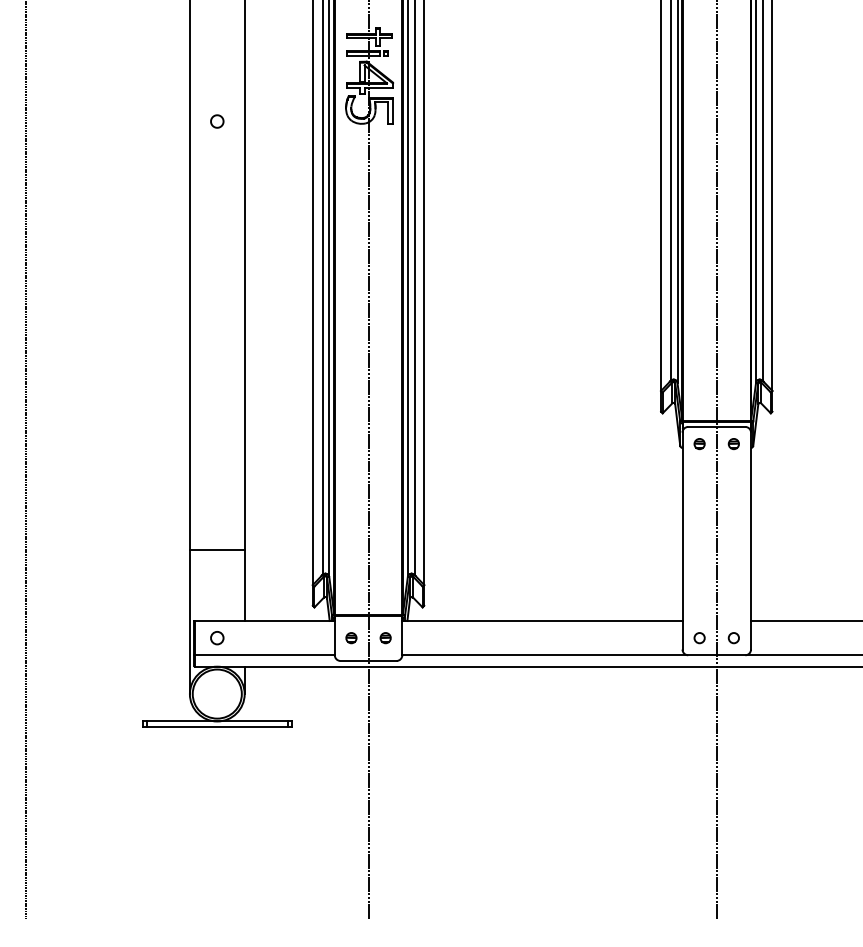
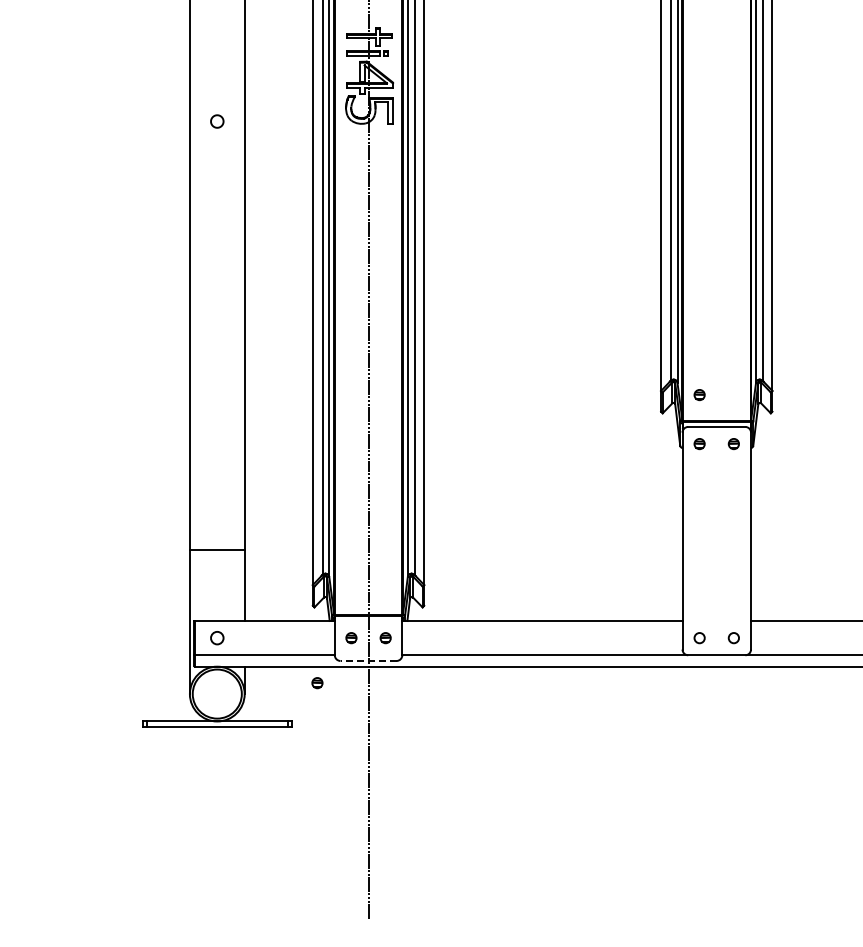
part at (699, 395): none -> present
line at (26, 460): present -> none
line at (716, 460): present -> none
line at (368, 660): solid -> dashed
part at (317, 683): none -> present
